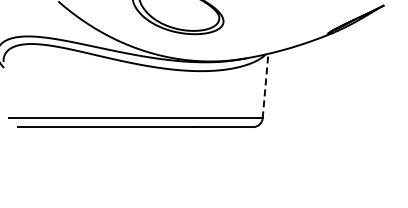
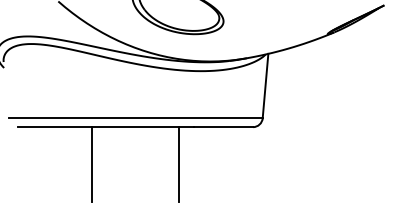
line at (265, 85): dashed -> solid
line at (91, 164): none -> present
line at (179, 164): none -> present
